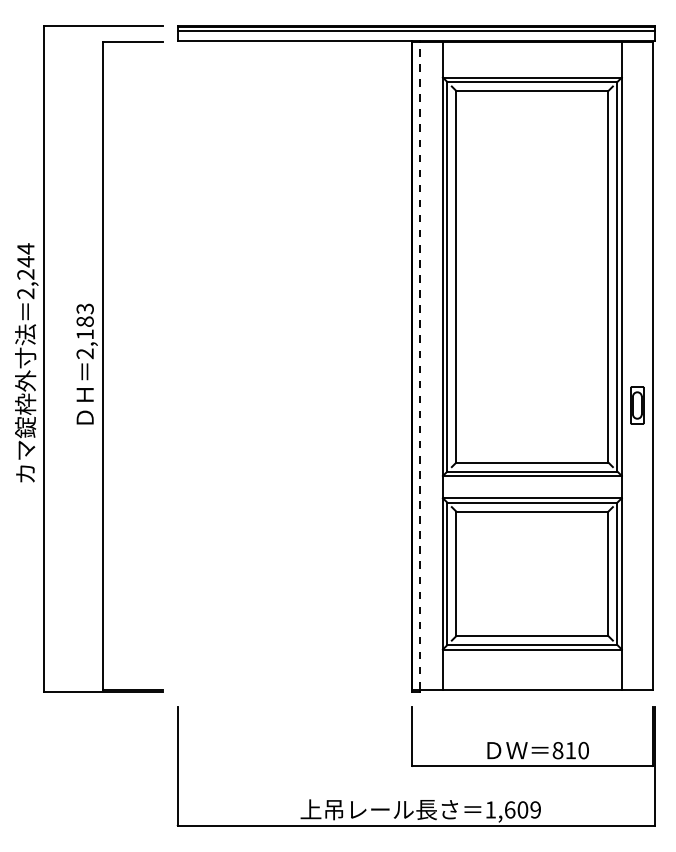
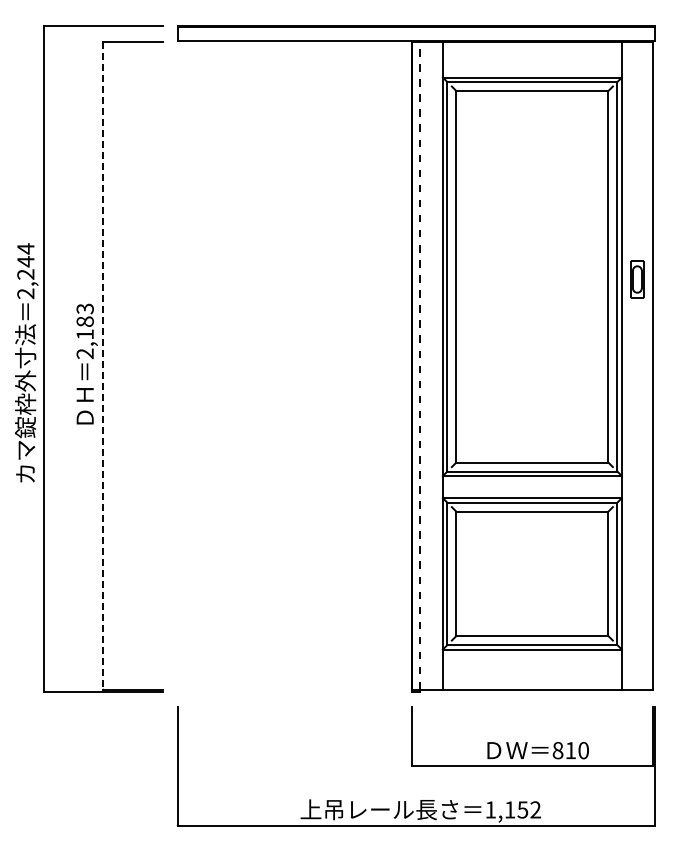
line at (415, 31): present -> none
line at (103, 365): solid -> dashed
part at (637, 405) position: (637, 405) -> (637, 279)
text at (522, 809): 1,609 -> 1,152
